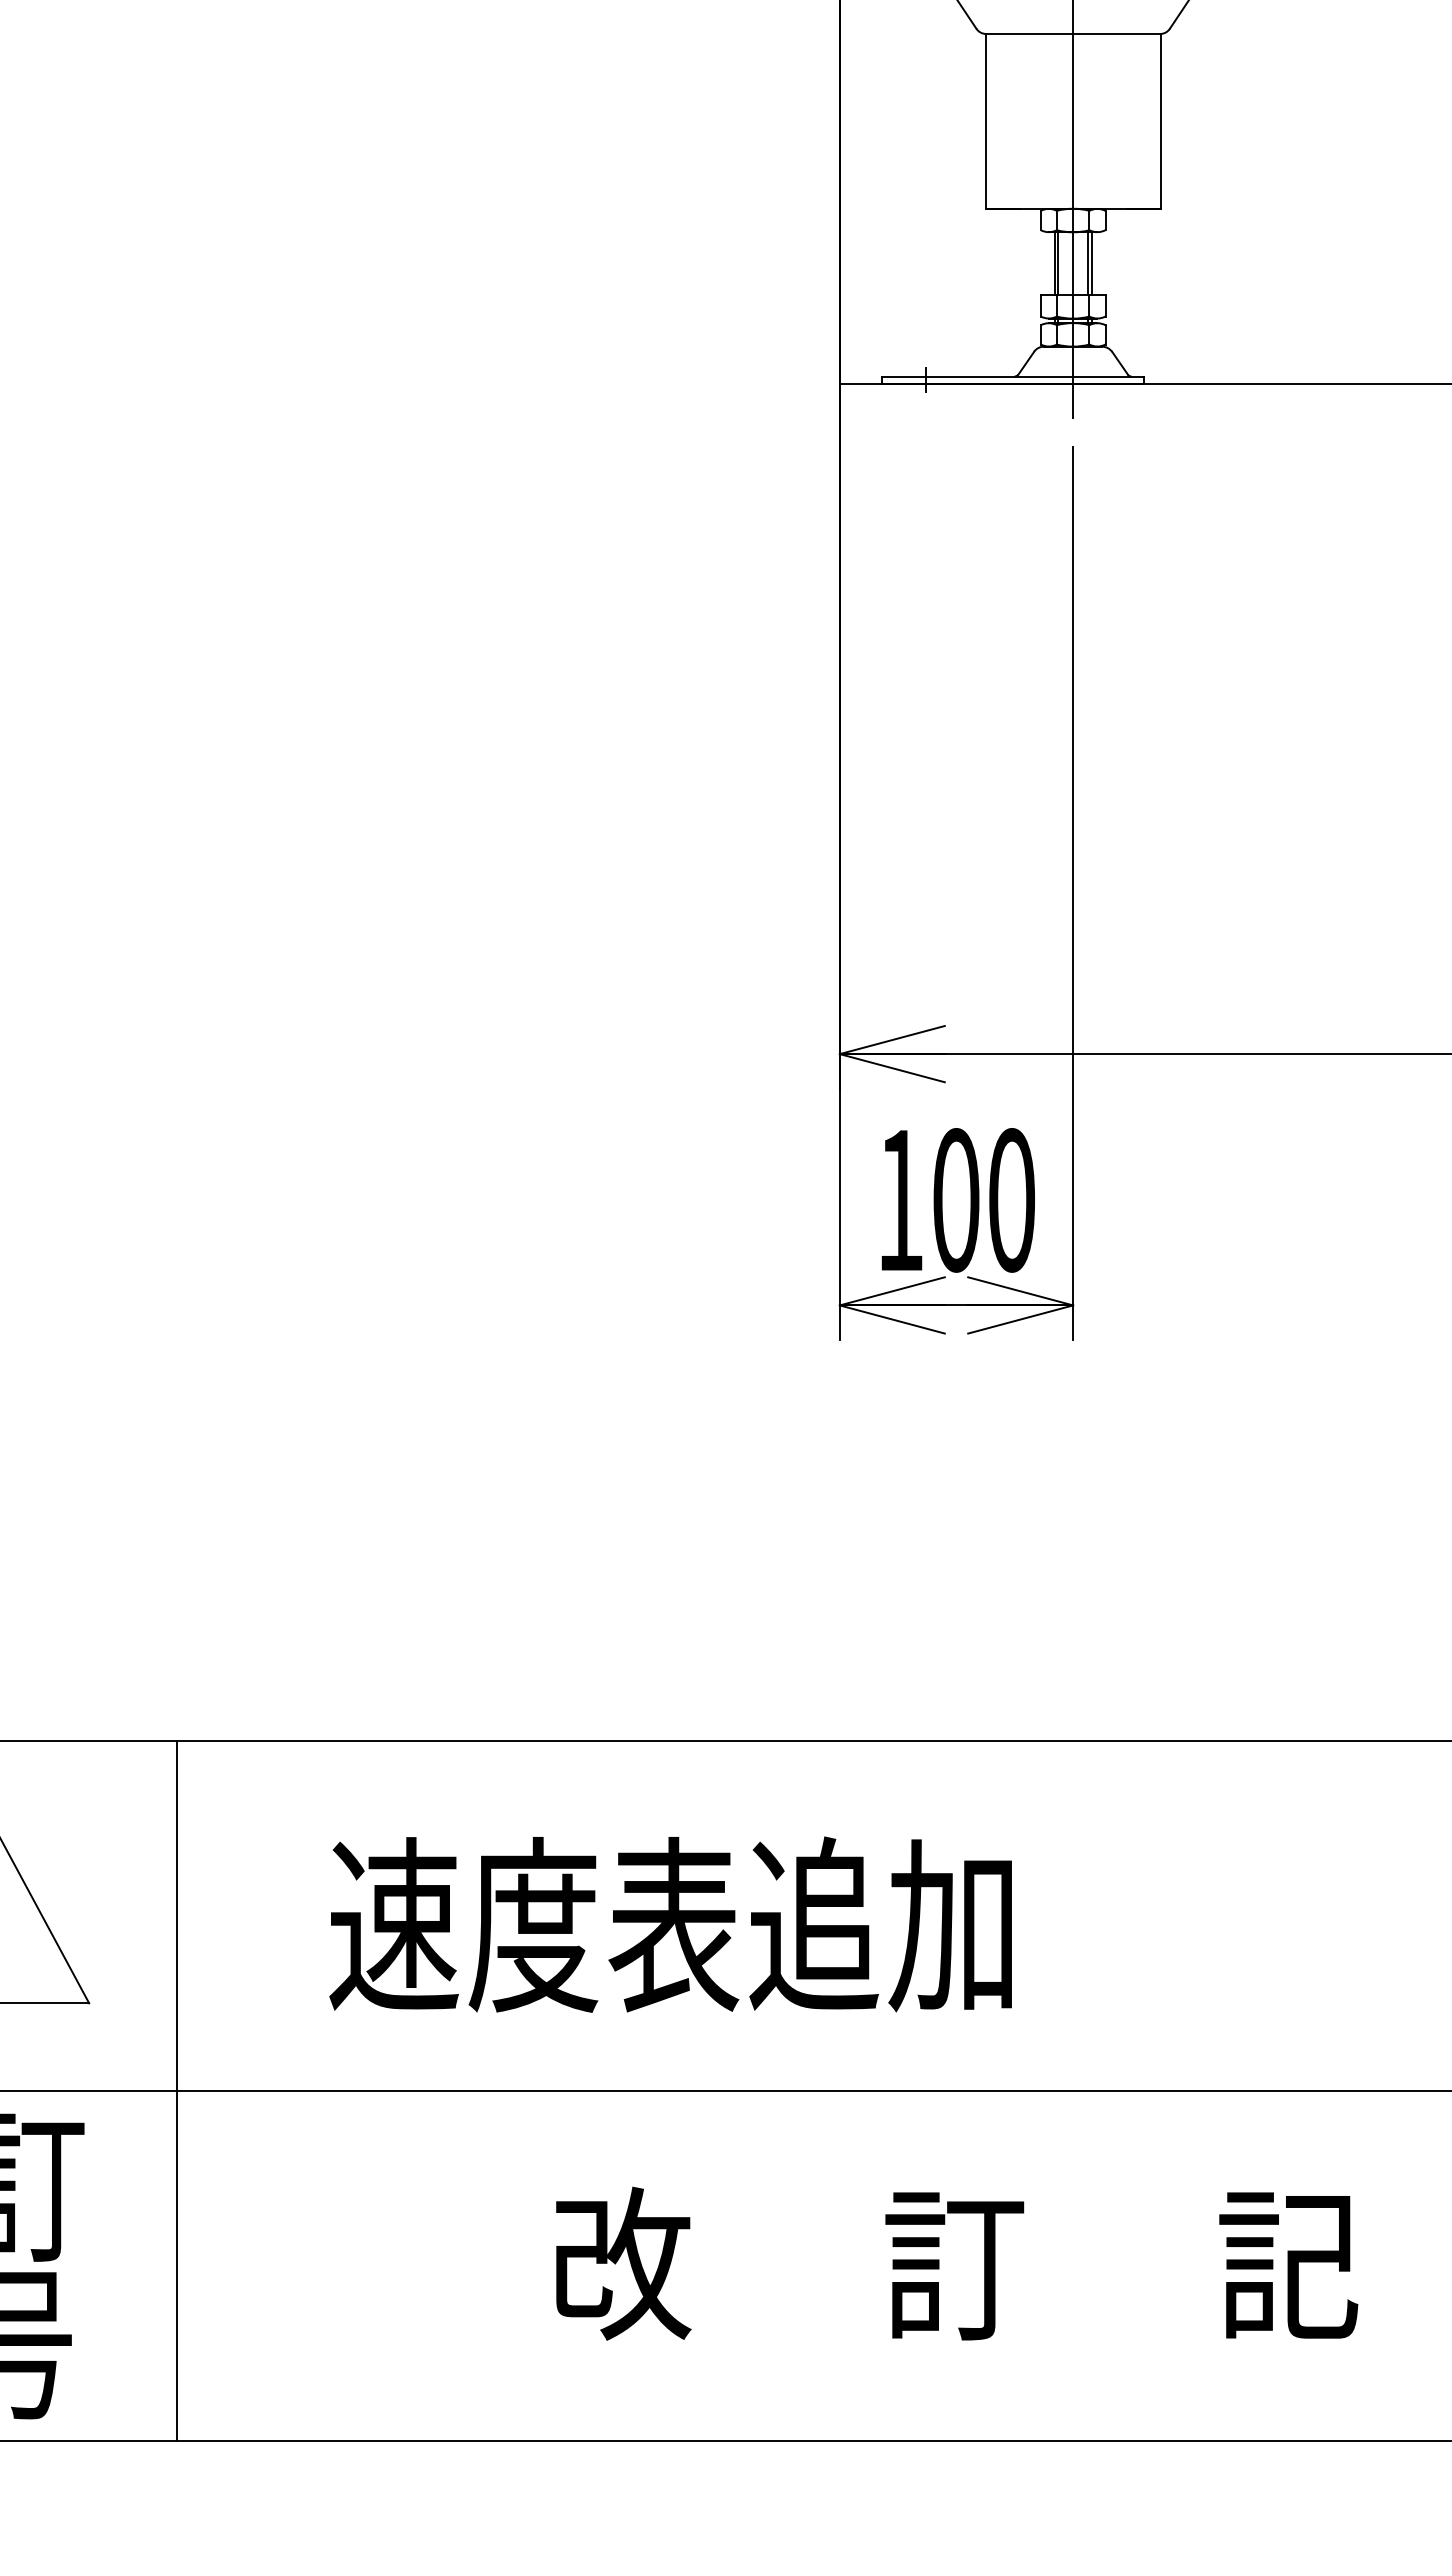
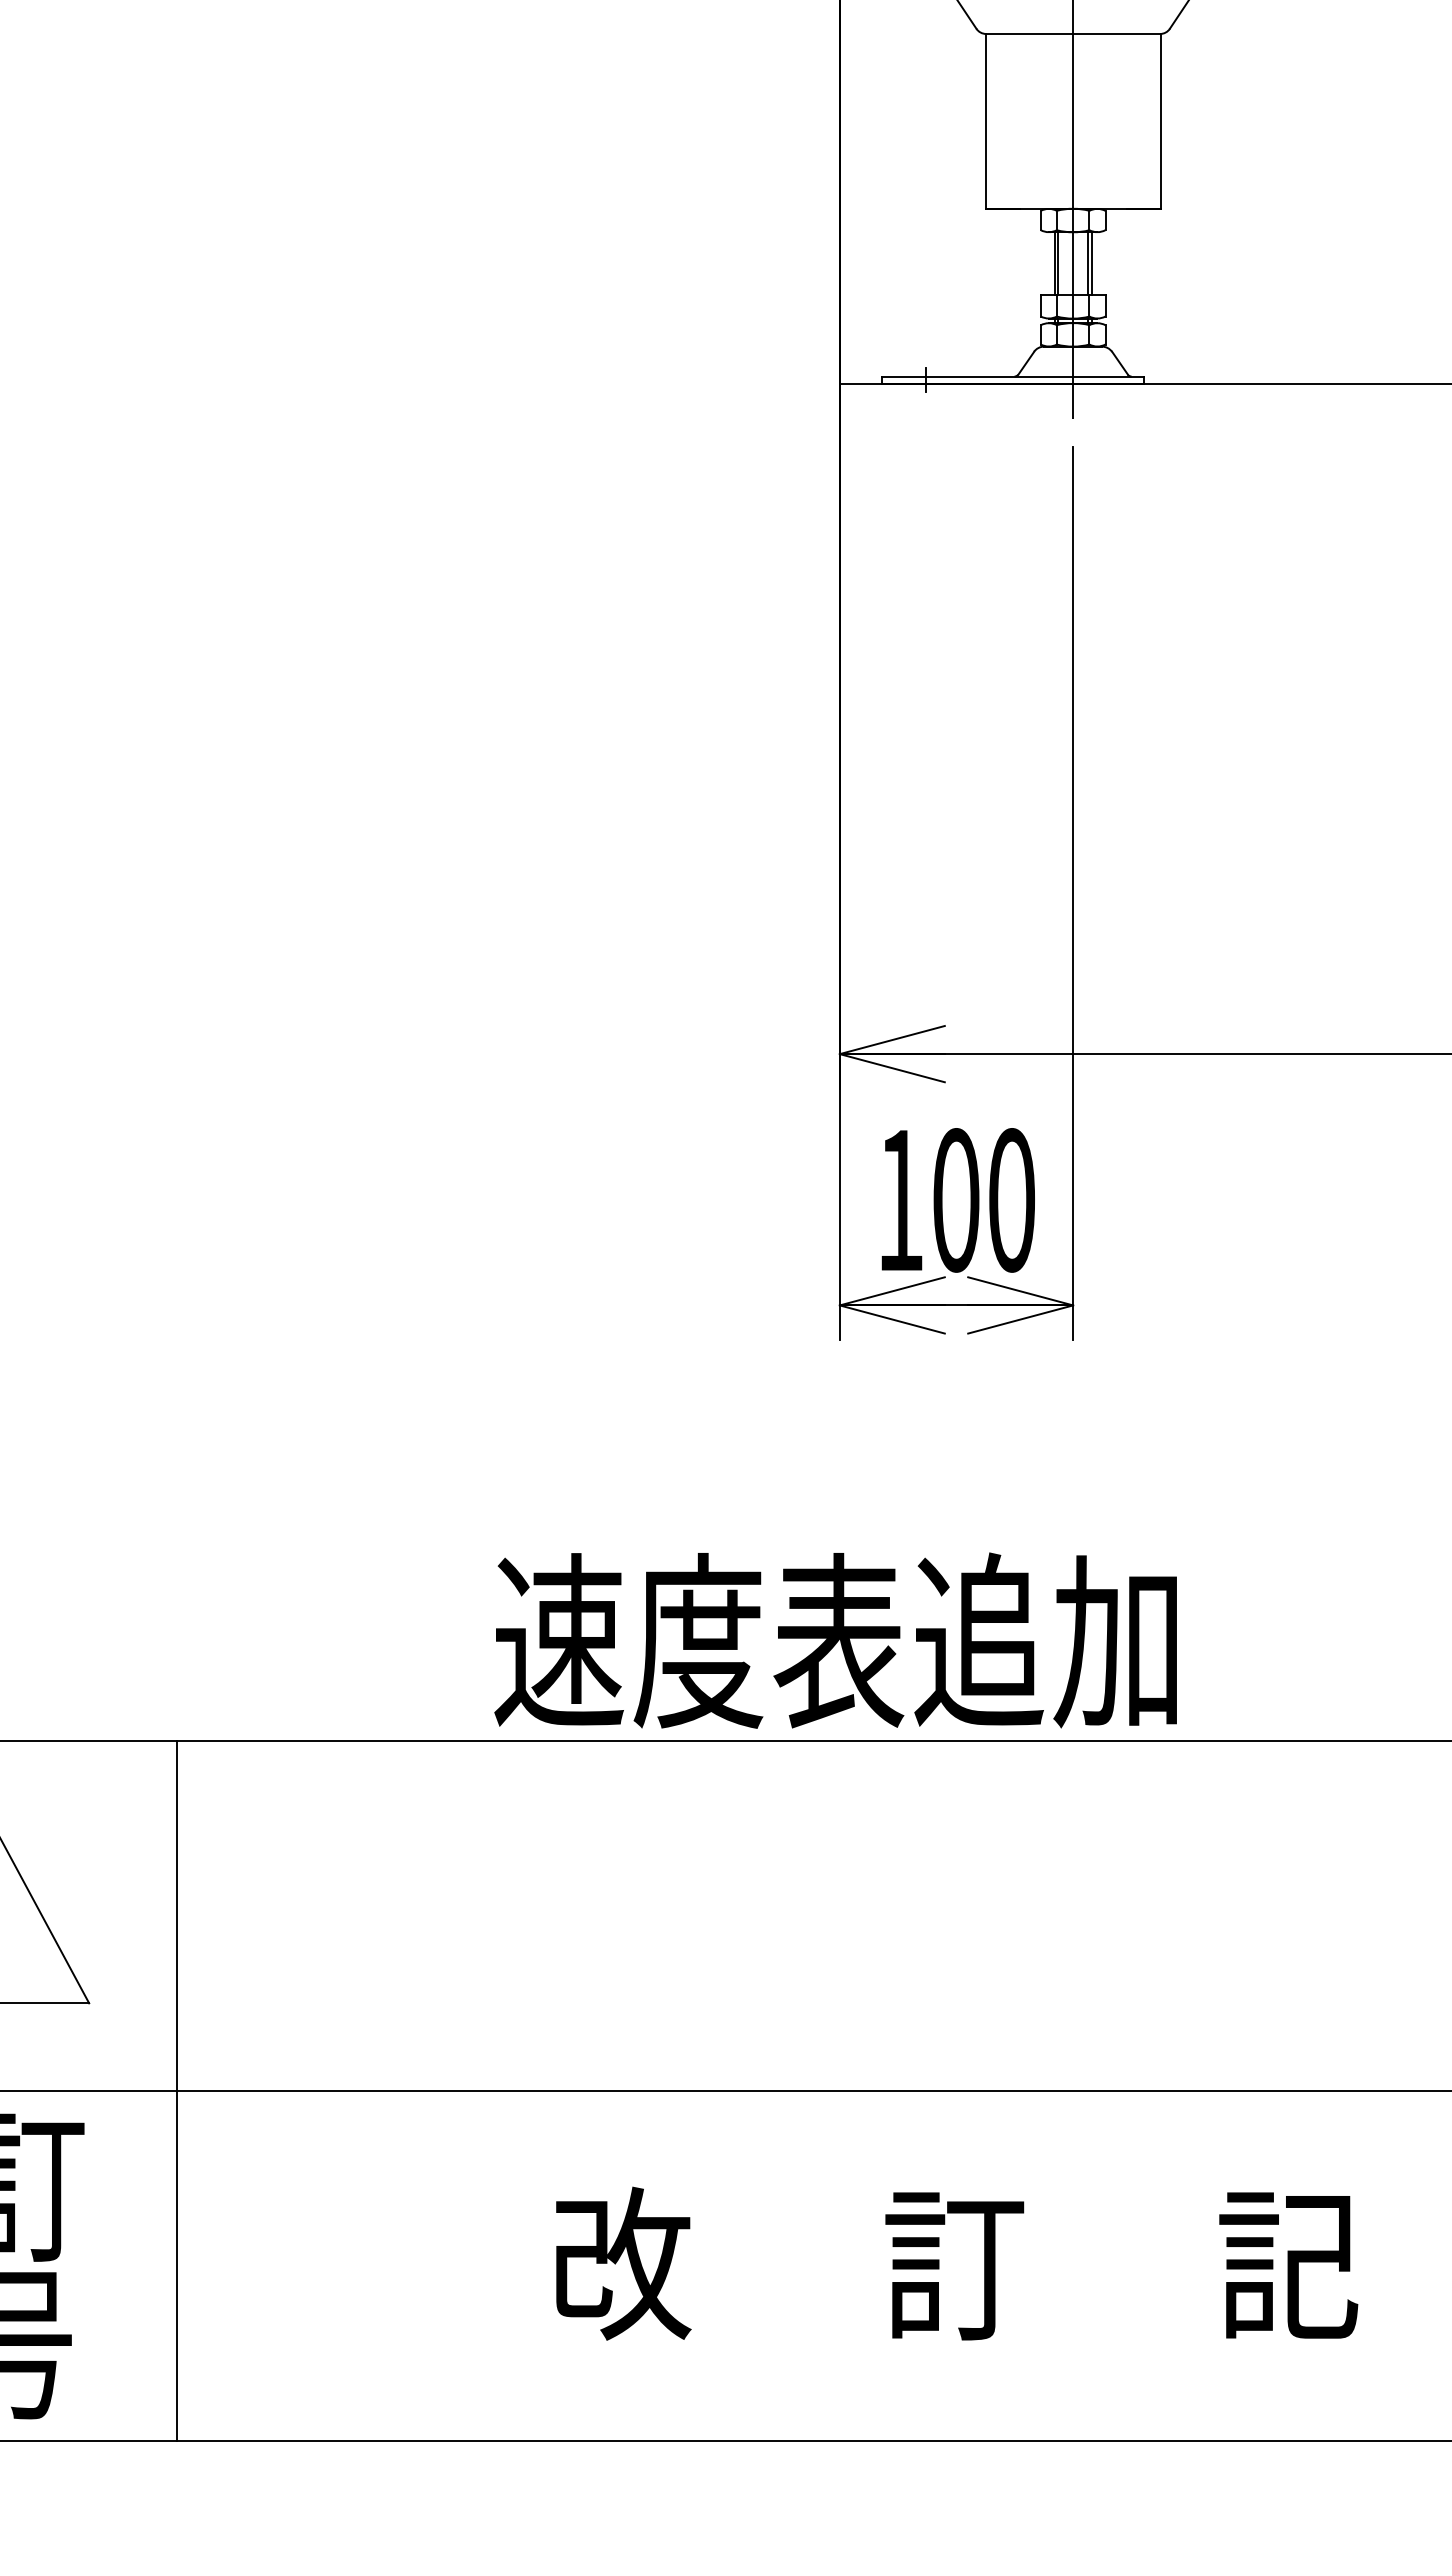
text at (670, 1924) position: (670, 1924) -> (835, 1640)
